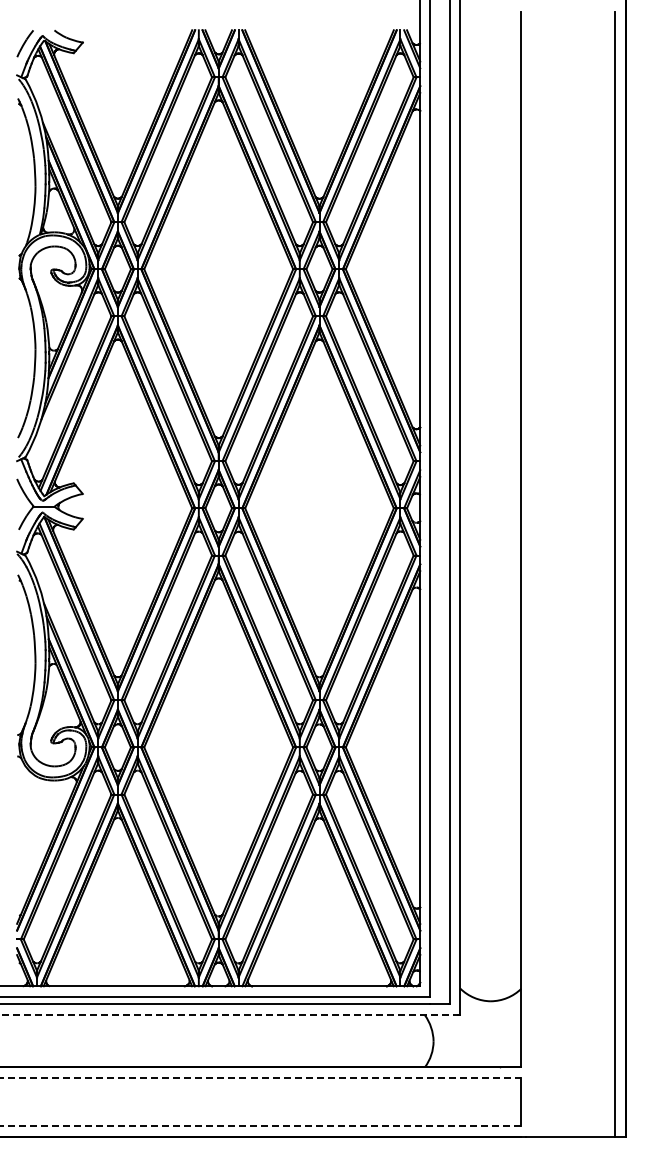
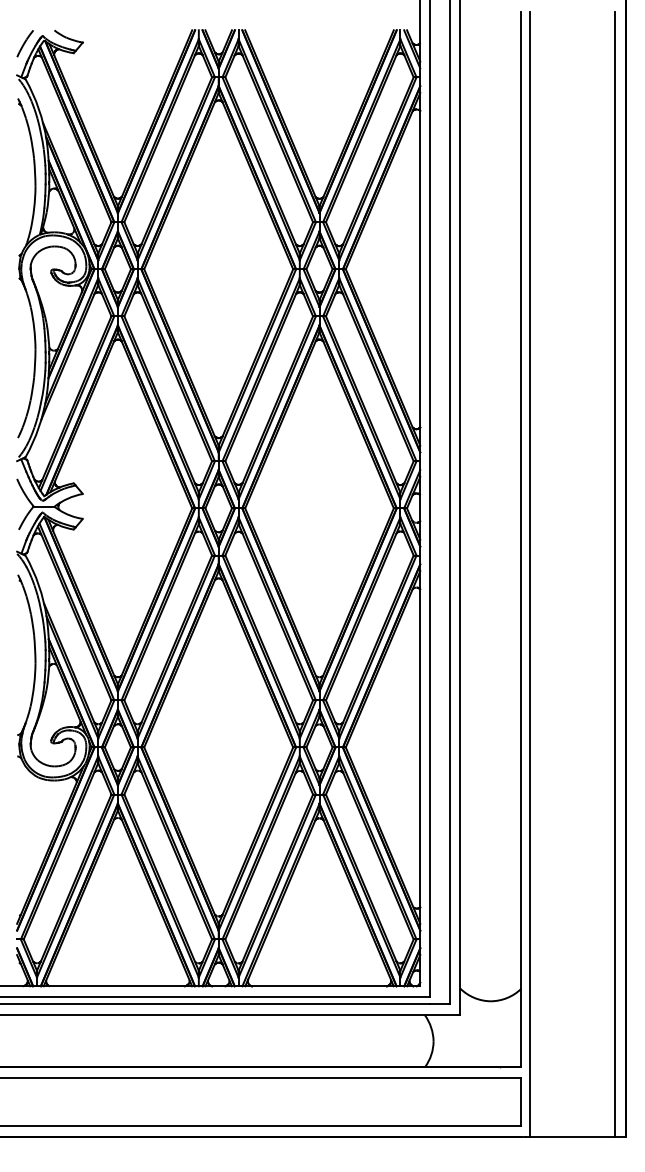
line at (530, 573): none -> present
line at (230, 1015): dashed -> solid
line at (261, 1077): dashed -> solid
line at (260, 1126): dashed -> solid
